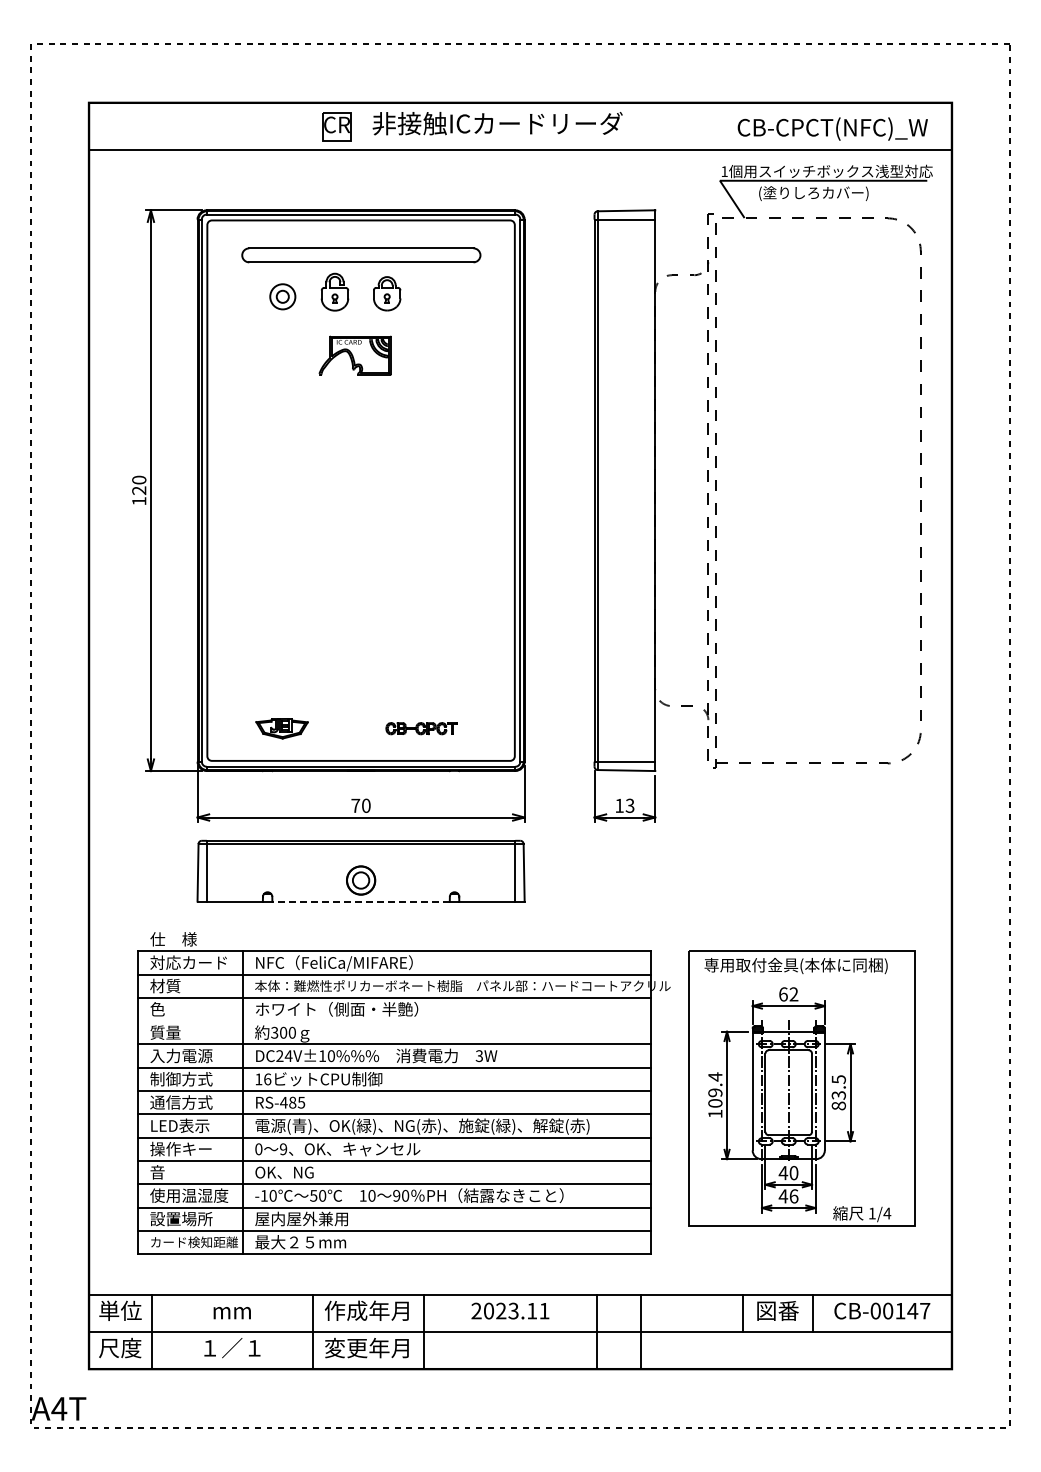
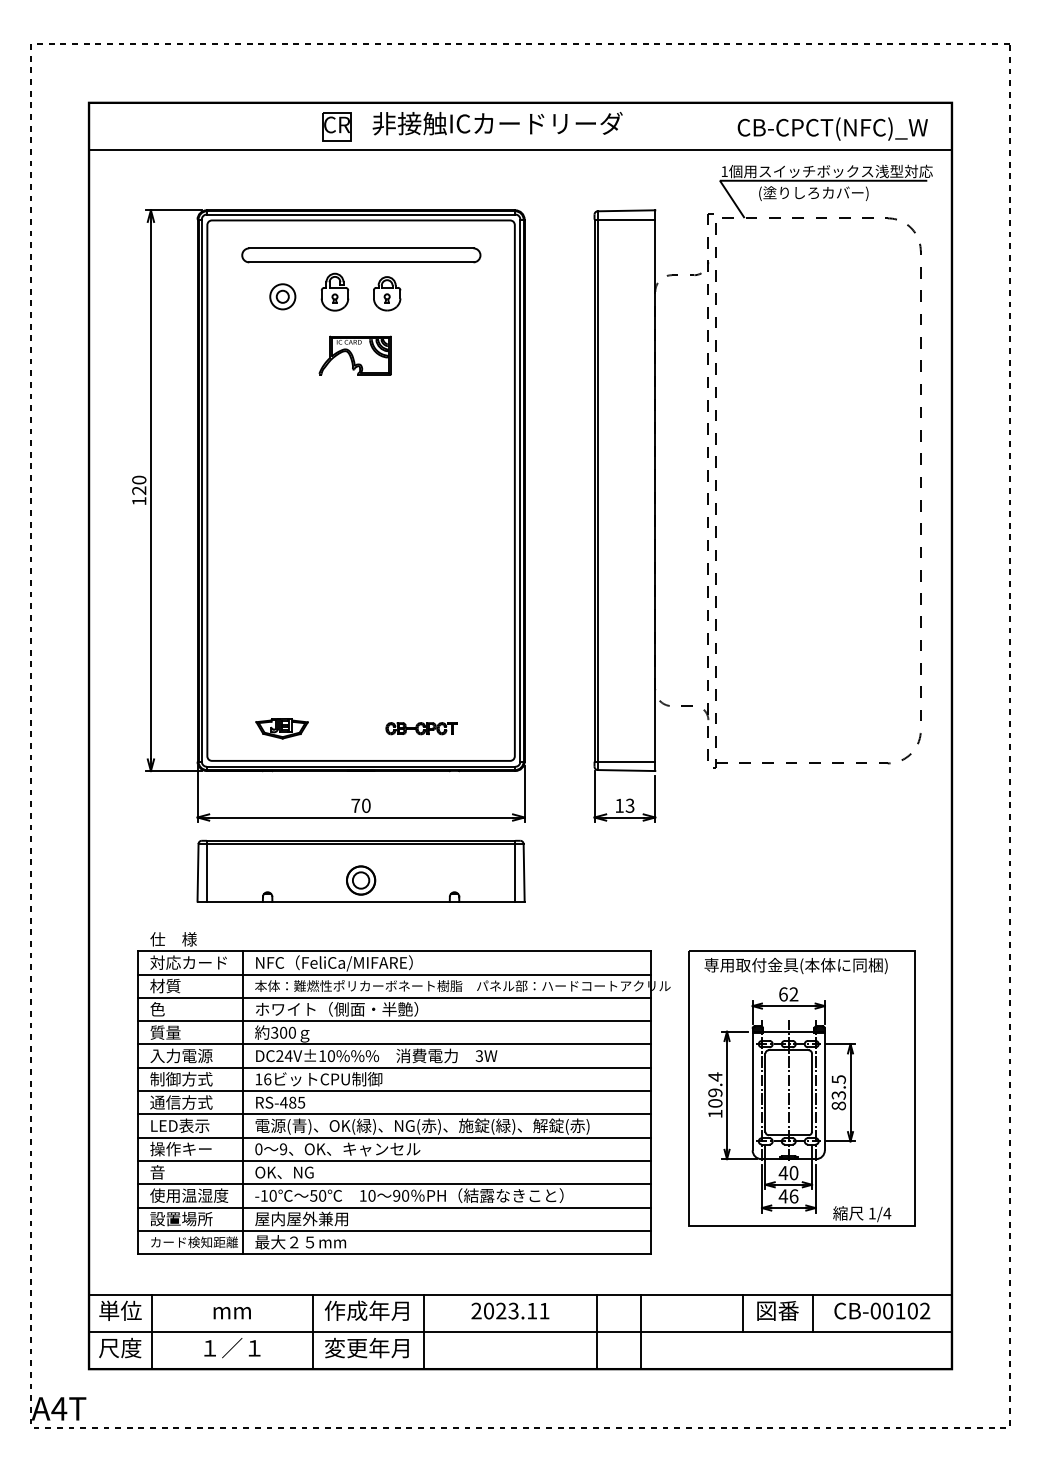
line at (361, 901): dashed -> solid
line at (394, 1021): none -> present
text at (918, 1310): CB-00147 -> CB-00102
